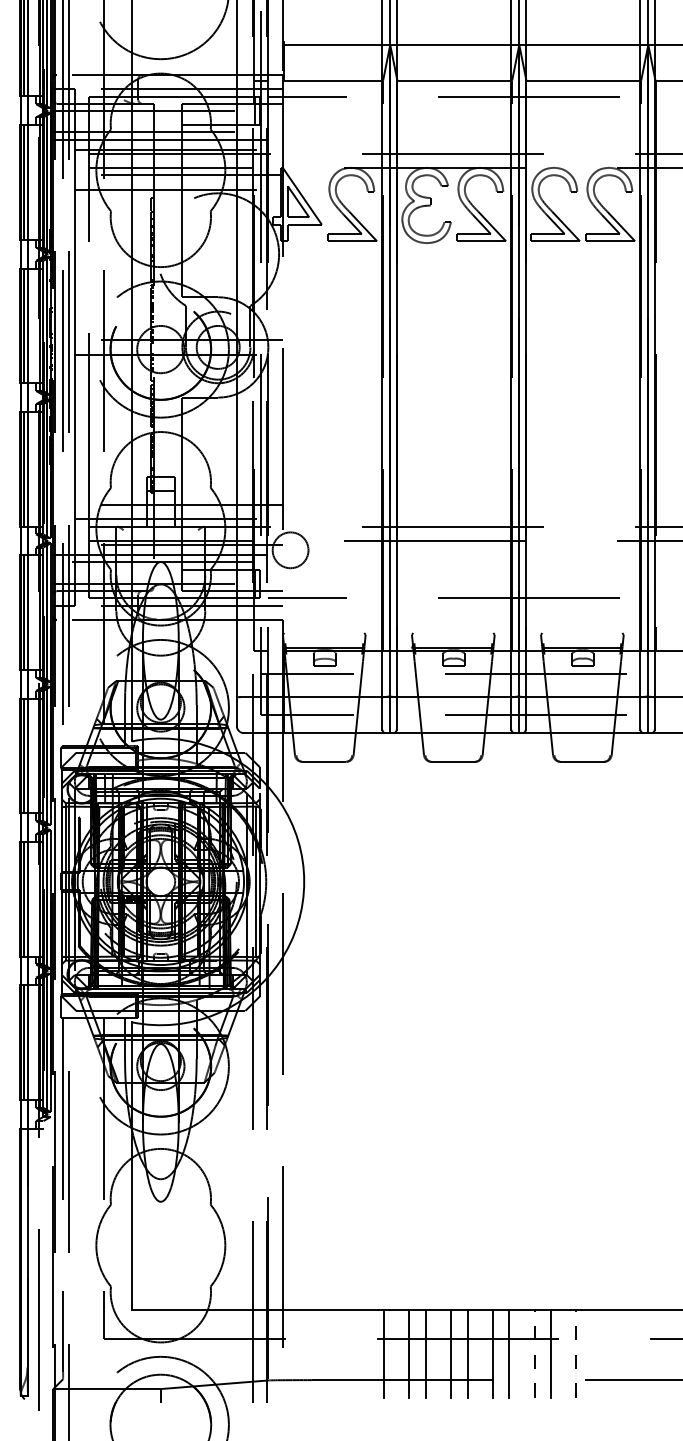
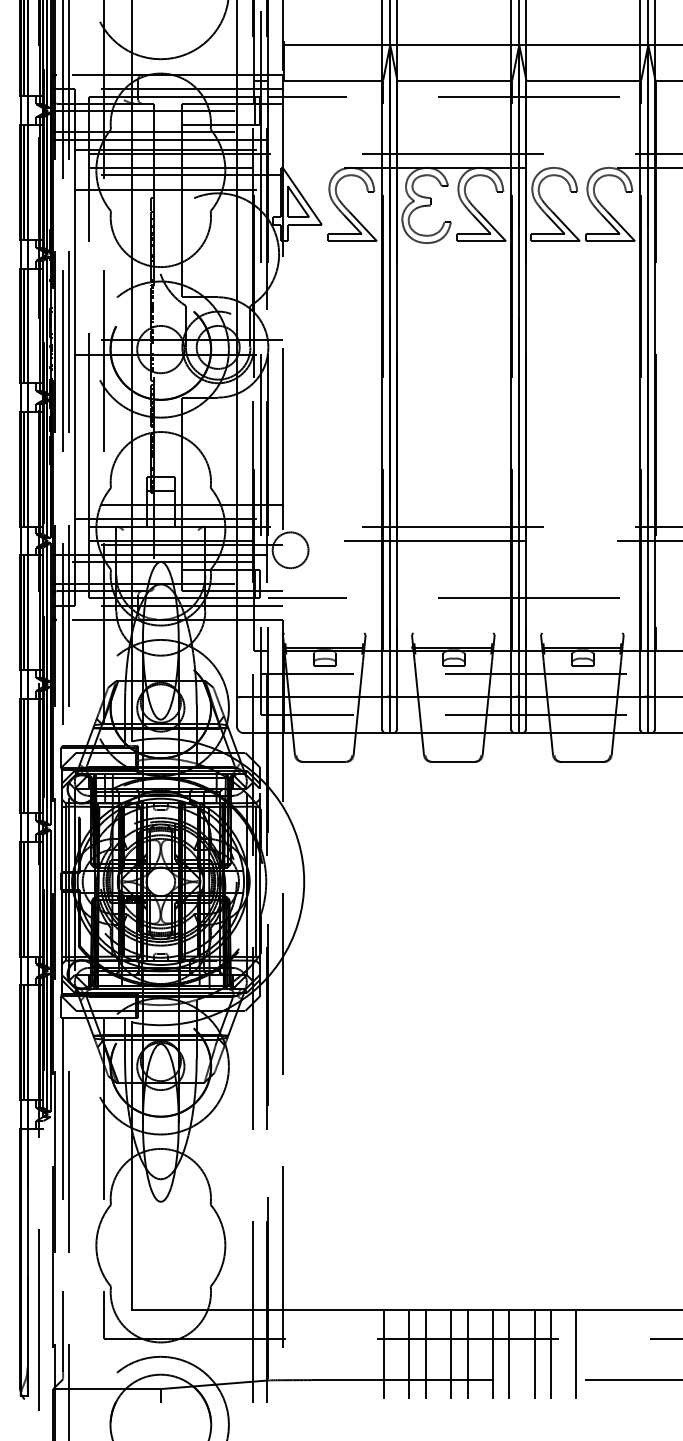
line at (534, 1353): dashed -> solid
line at (576, 1353): dashed -> solid
